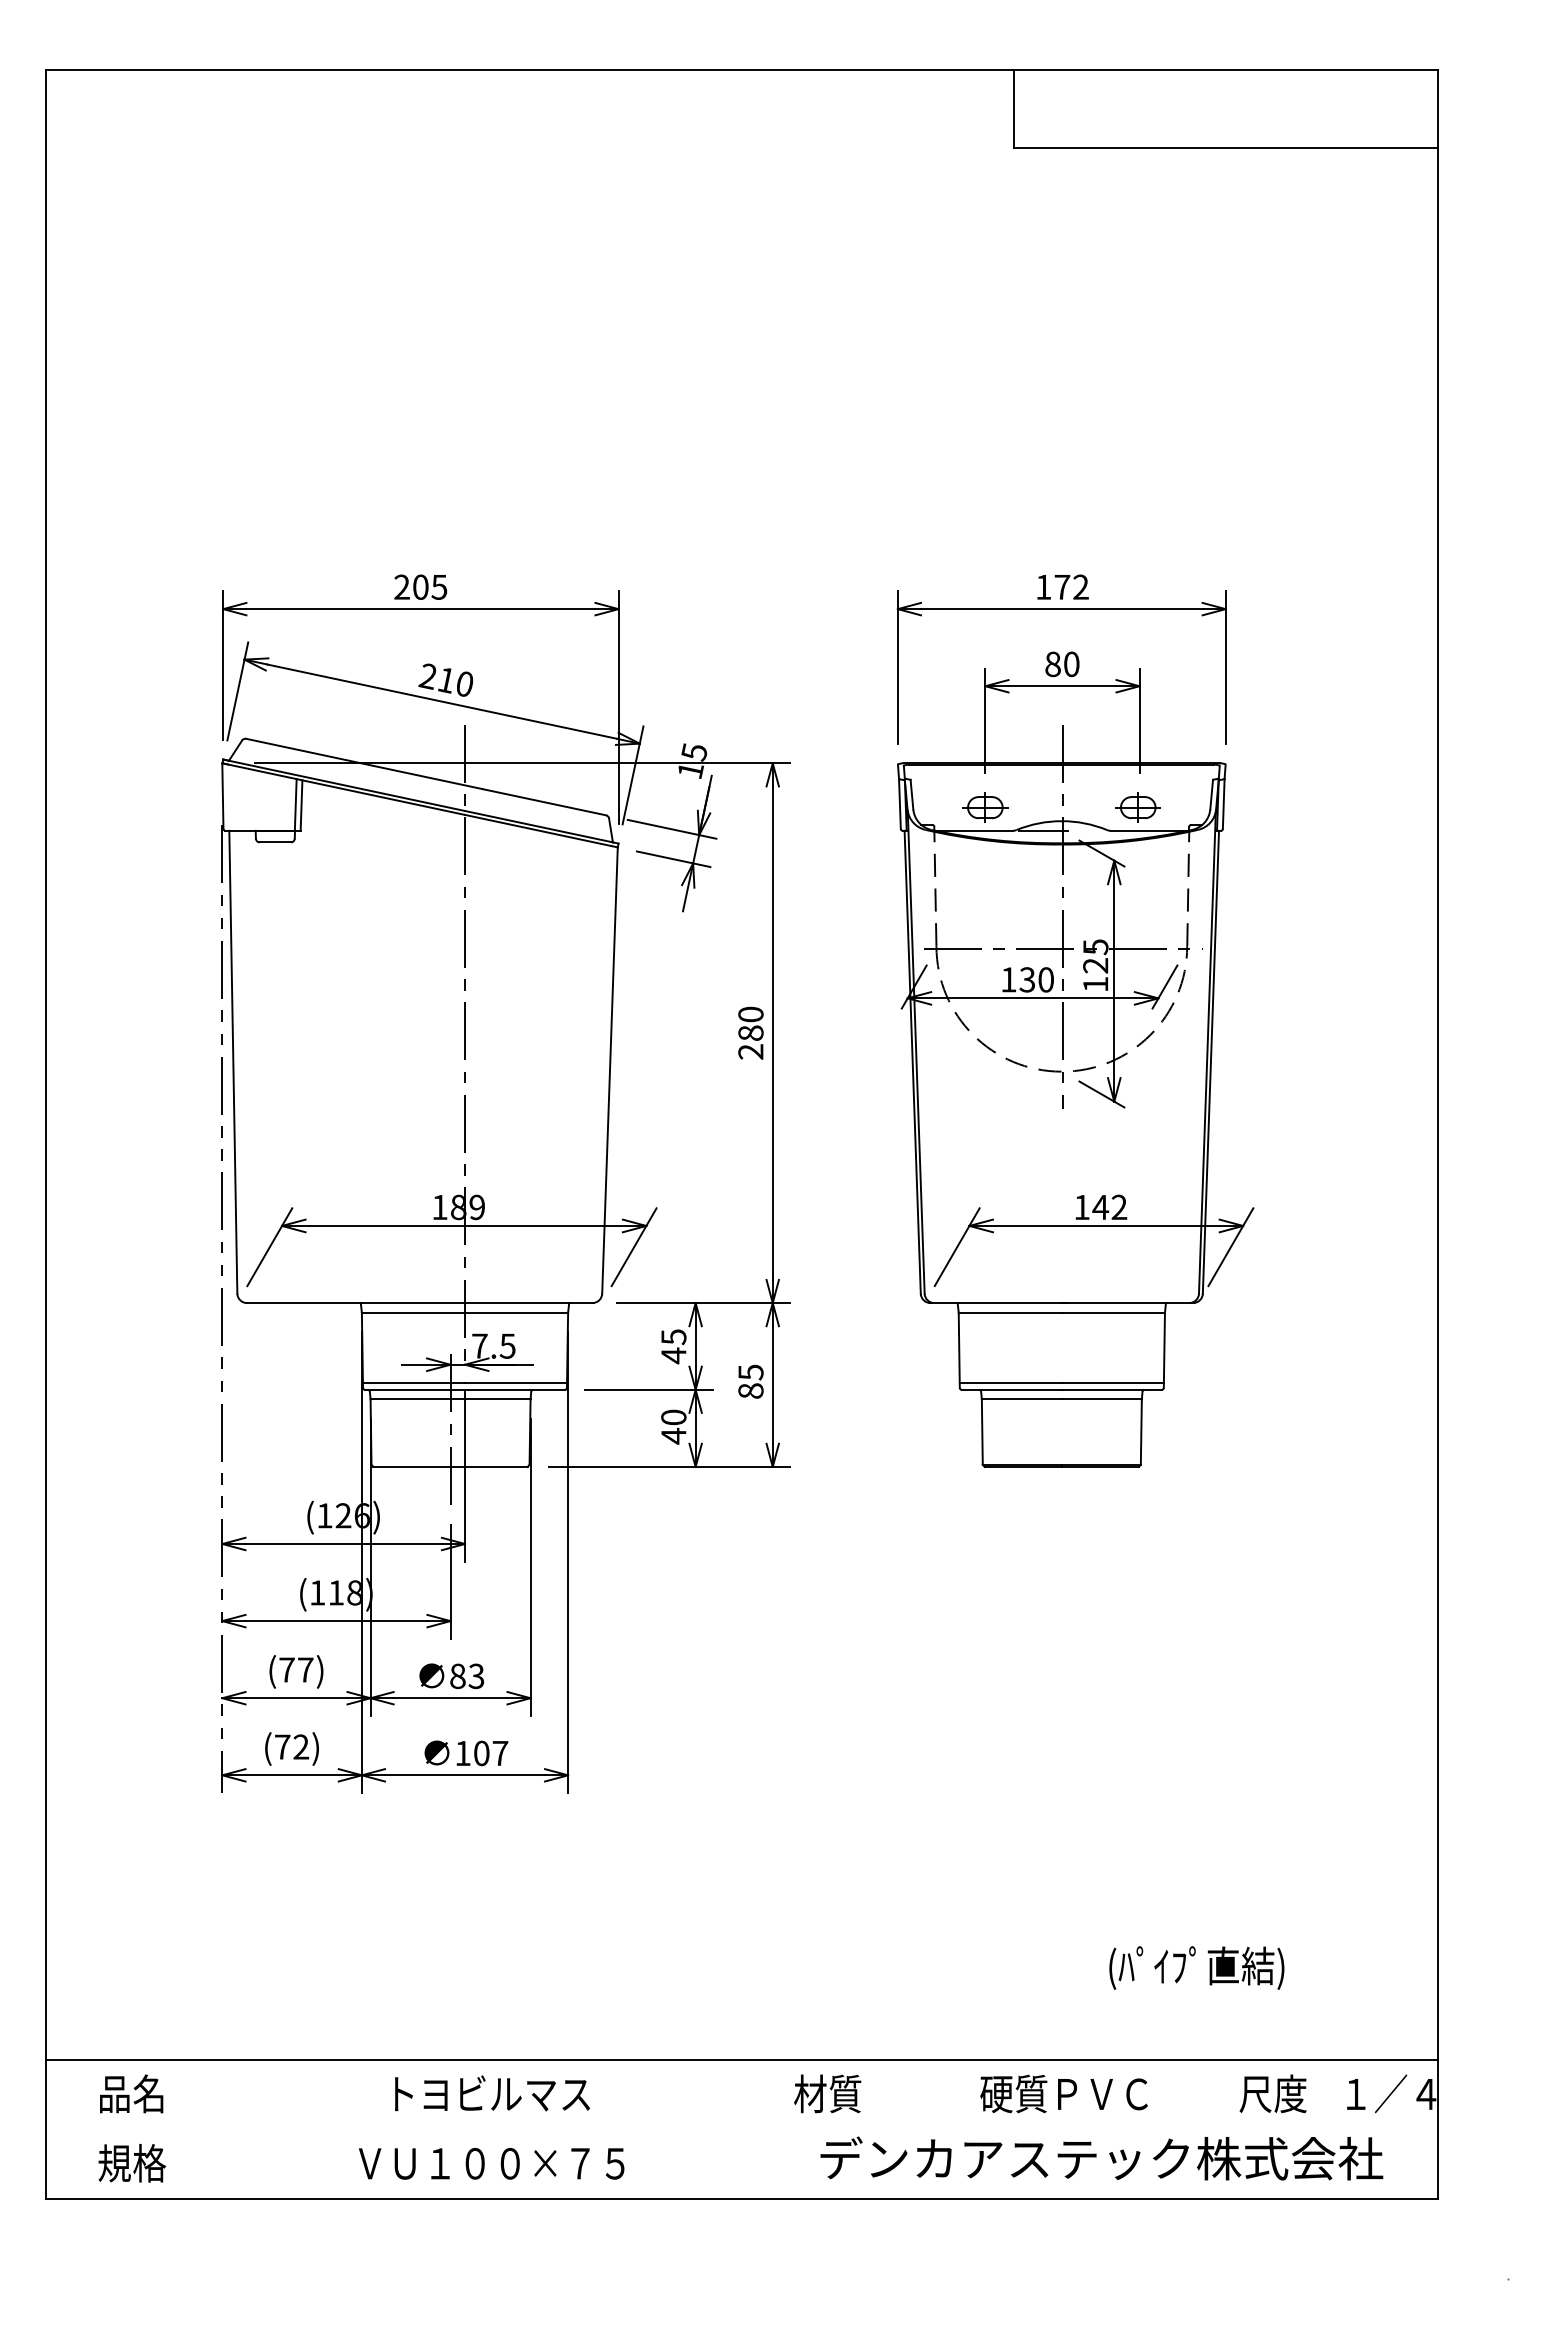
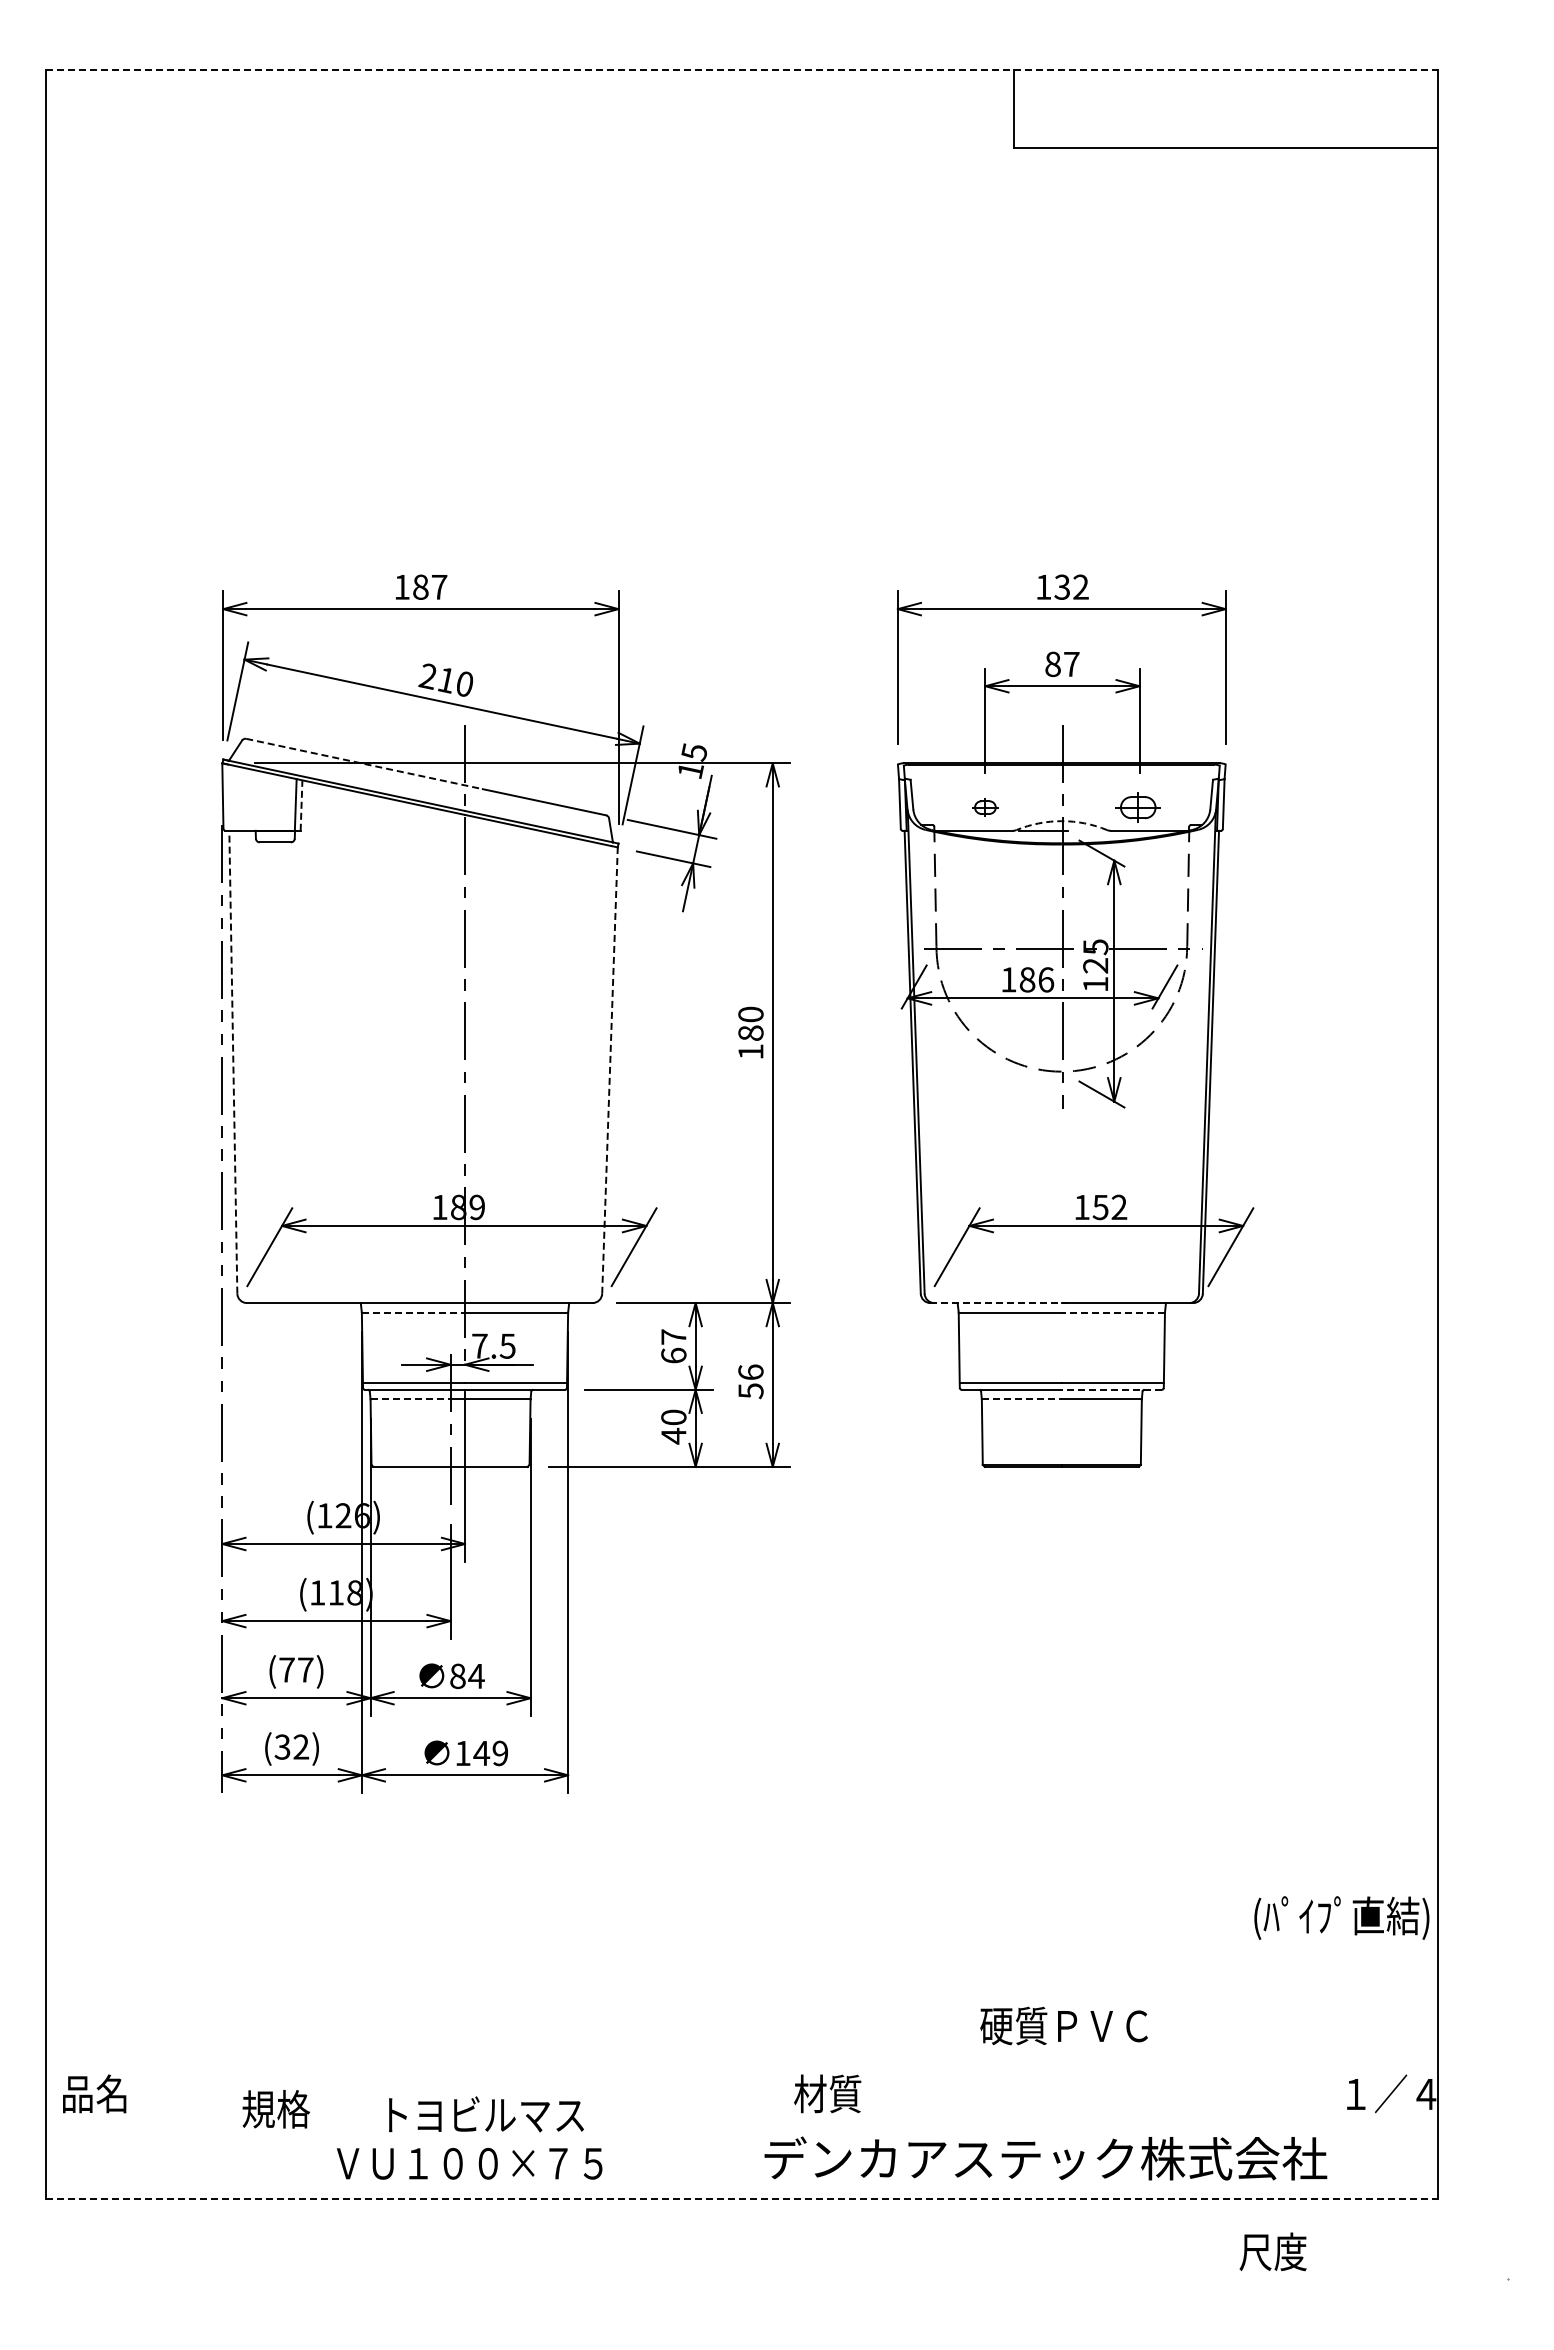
line at (742, 70): solid -> dashed
text at (420, 586): 205 -> 187
text at (1062, 586): 172 -> 132
text at (1071, 664): 80 -> 87
line at (364, 764): solid -> dashed
line at (301, 805): solid -> dashed
part at (985, 807) size: 47x31 px -> 27x19 px
arc at (1061, 821): solid -> dashed
text at (1036, 979): 130 -> 186
text at (750, 1051): 280 -> 180
line at (233, 1061): solid -> dashed
line at (610, 1070): solid -> dashed
text at (1100, 1207): 142 -> 152
line at (999, 1303): solid -> dashed
line at (413, 1312): solid -> dashed
line at (1113, 1312): solid -> dashed
text at (673, 1346): 45 -> 67
text at (750, 1381): 85 -> 56
line at (1111, 1389): solid -> dashed
line at (410, 1399): solid -> dashed
line at (1021, 1399): solid -> dashed
text at (476, 1676): 83 -> 84
text at (282, 1746): (72) -> (32)
text at (490, 1753): 107 -> 149
text at (1196, 1967) position: (1196, 1967) -> (1341, 1917)
line at (742, 2059): present -> none
text at (131, 2093) position: (131, 2093) -> (94, 2093)
text at (492, 2093) position: (492, 2093) -> (486, 2114)
text at (1063, 2093) position: (1063, 2093) -> (1063, 2025)
text at (1272, 2093) position: (1272, 2093) -> (1272, 2251)
text at (1101, 2158) position: (1101, 2158) -> (1045, 2158)
text at (132, 2163) position: (132, 2163) -> (276, 2109)
text at (491, 2163) position: (491, 2163) -> (469, 2163)
line at (742, 2198): solid -> dashed
